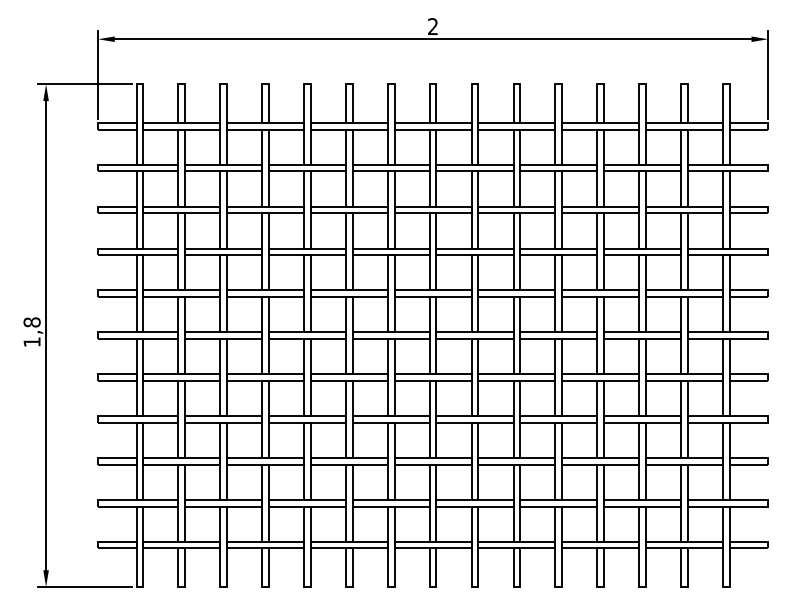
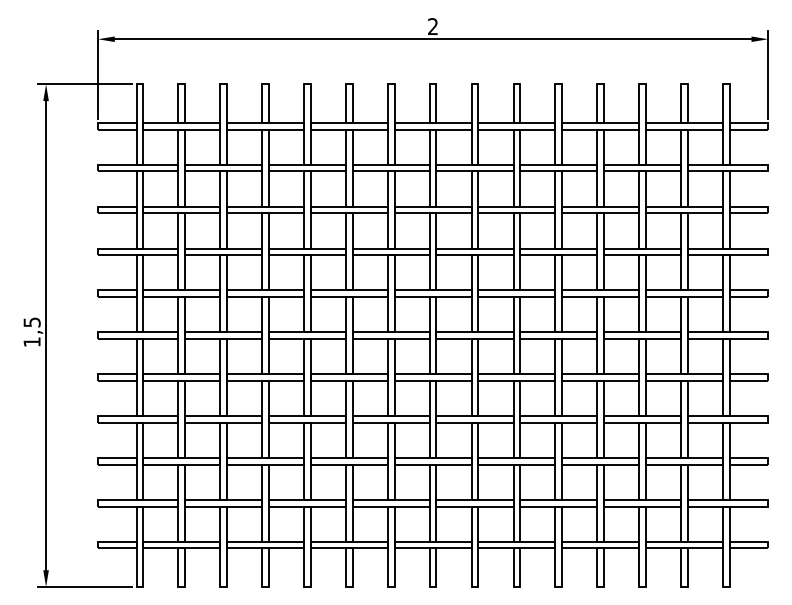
text at (31, 322): 1,8 -> 1,5
